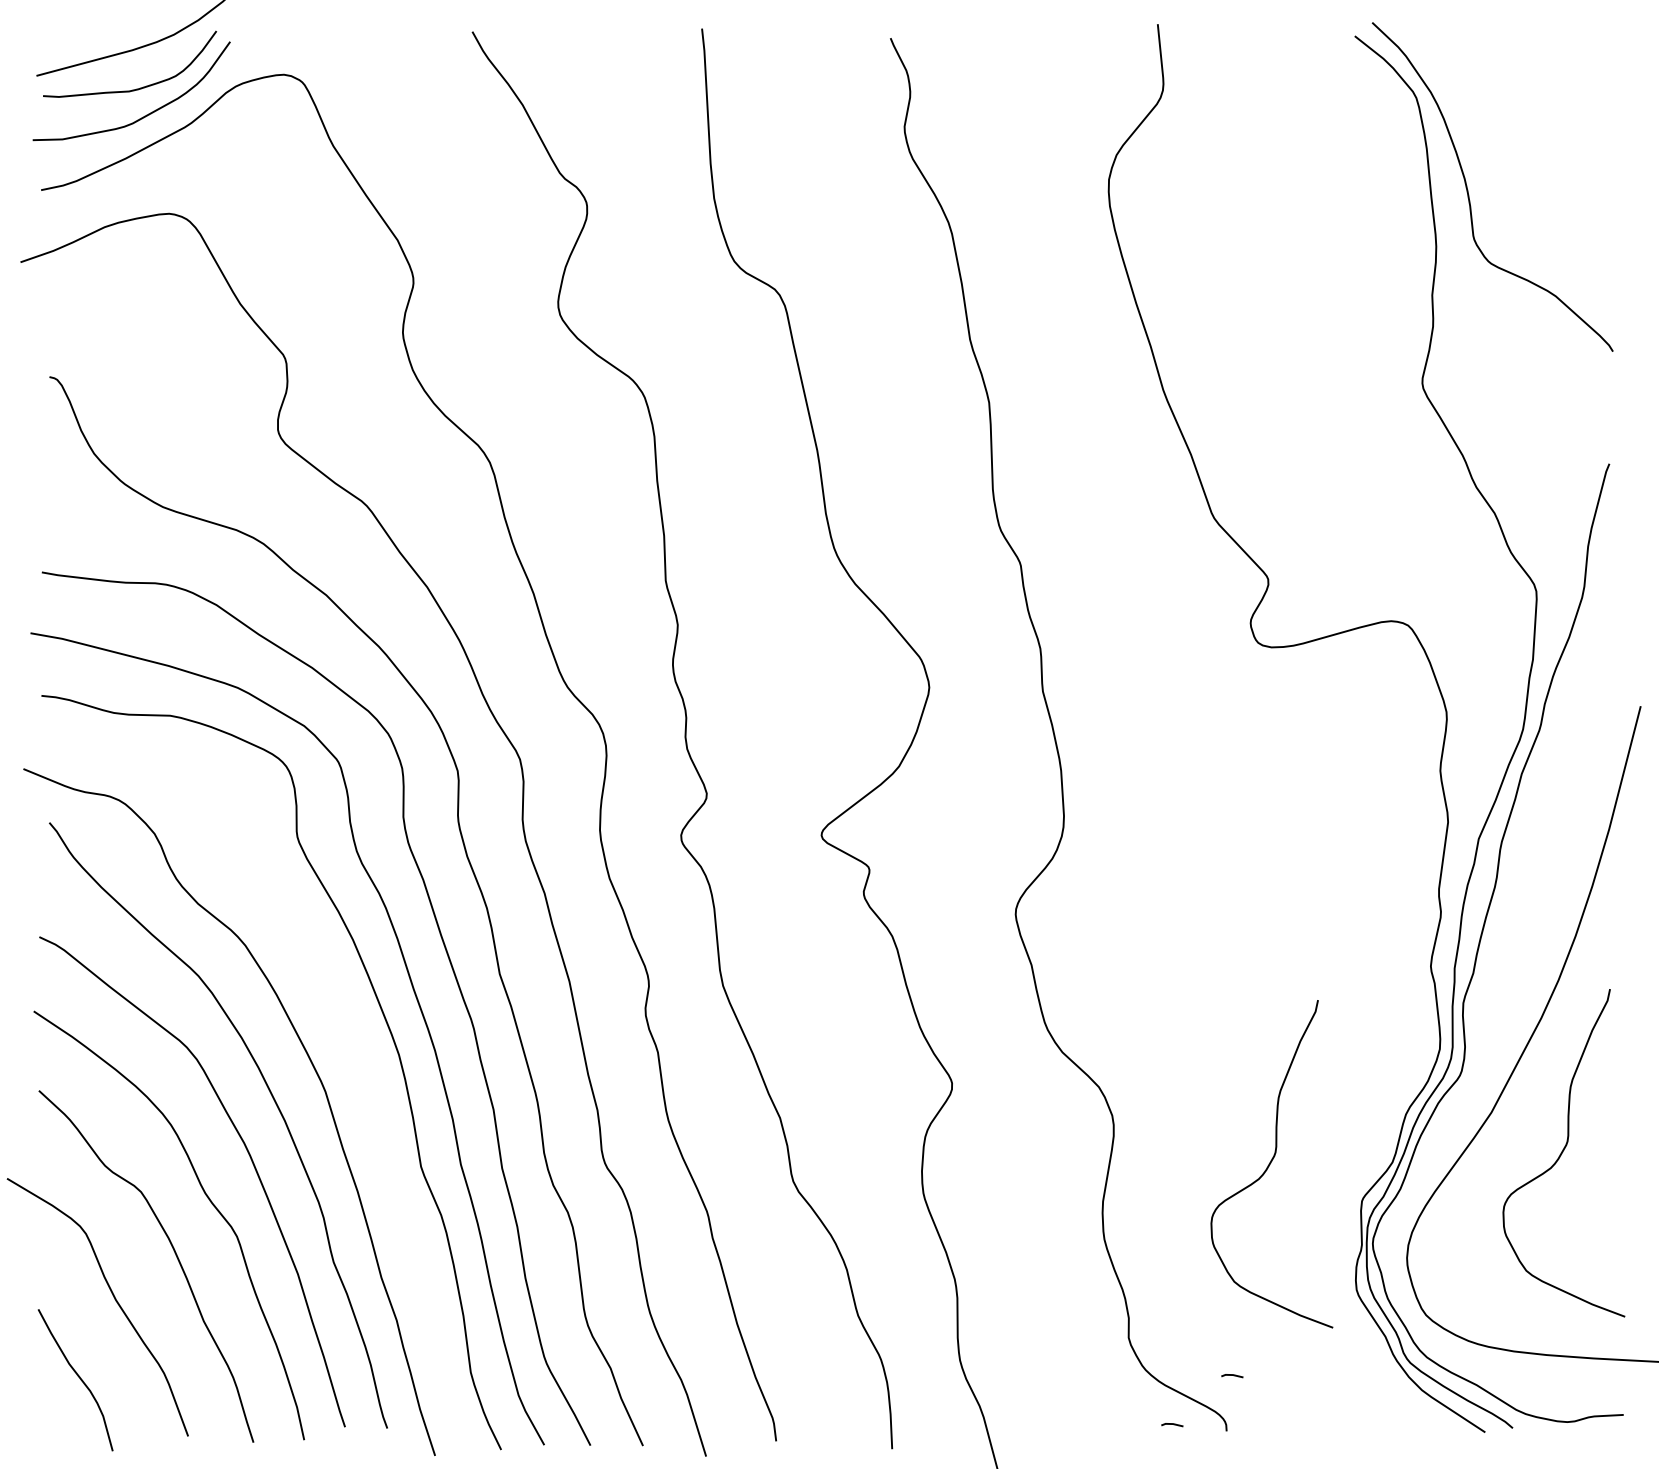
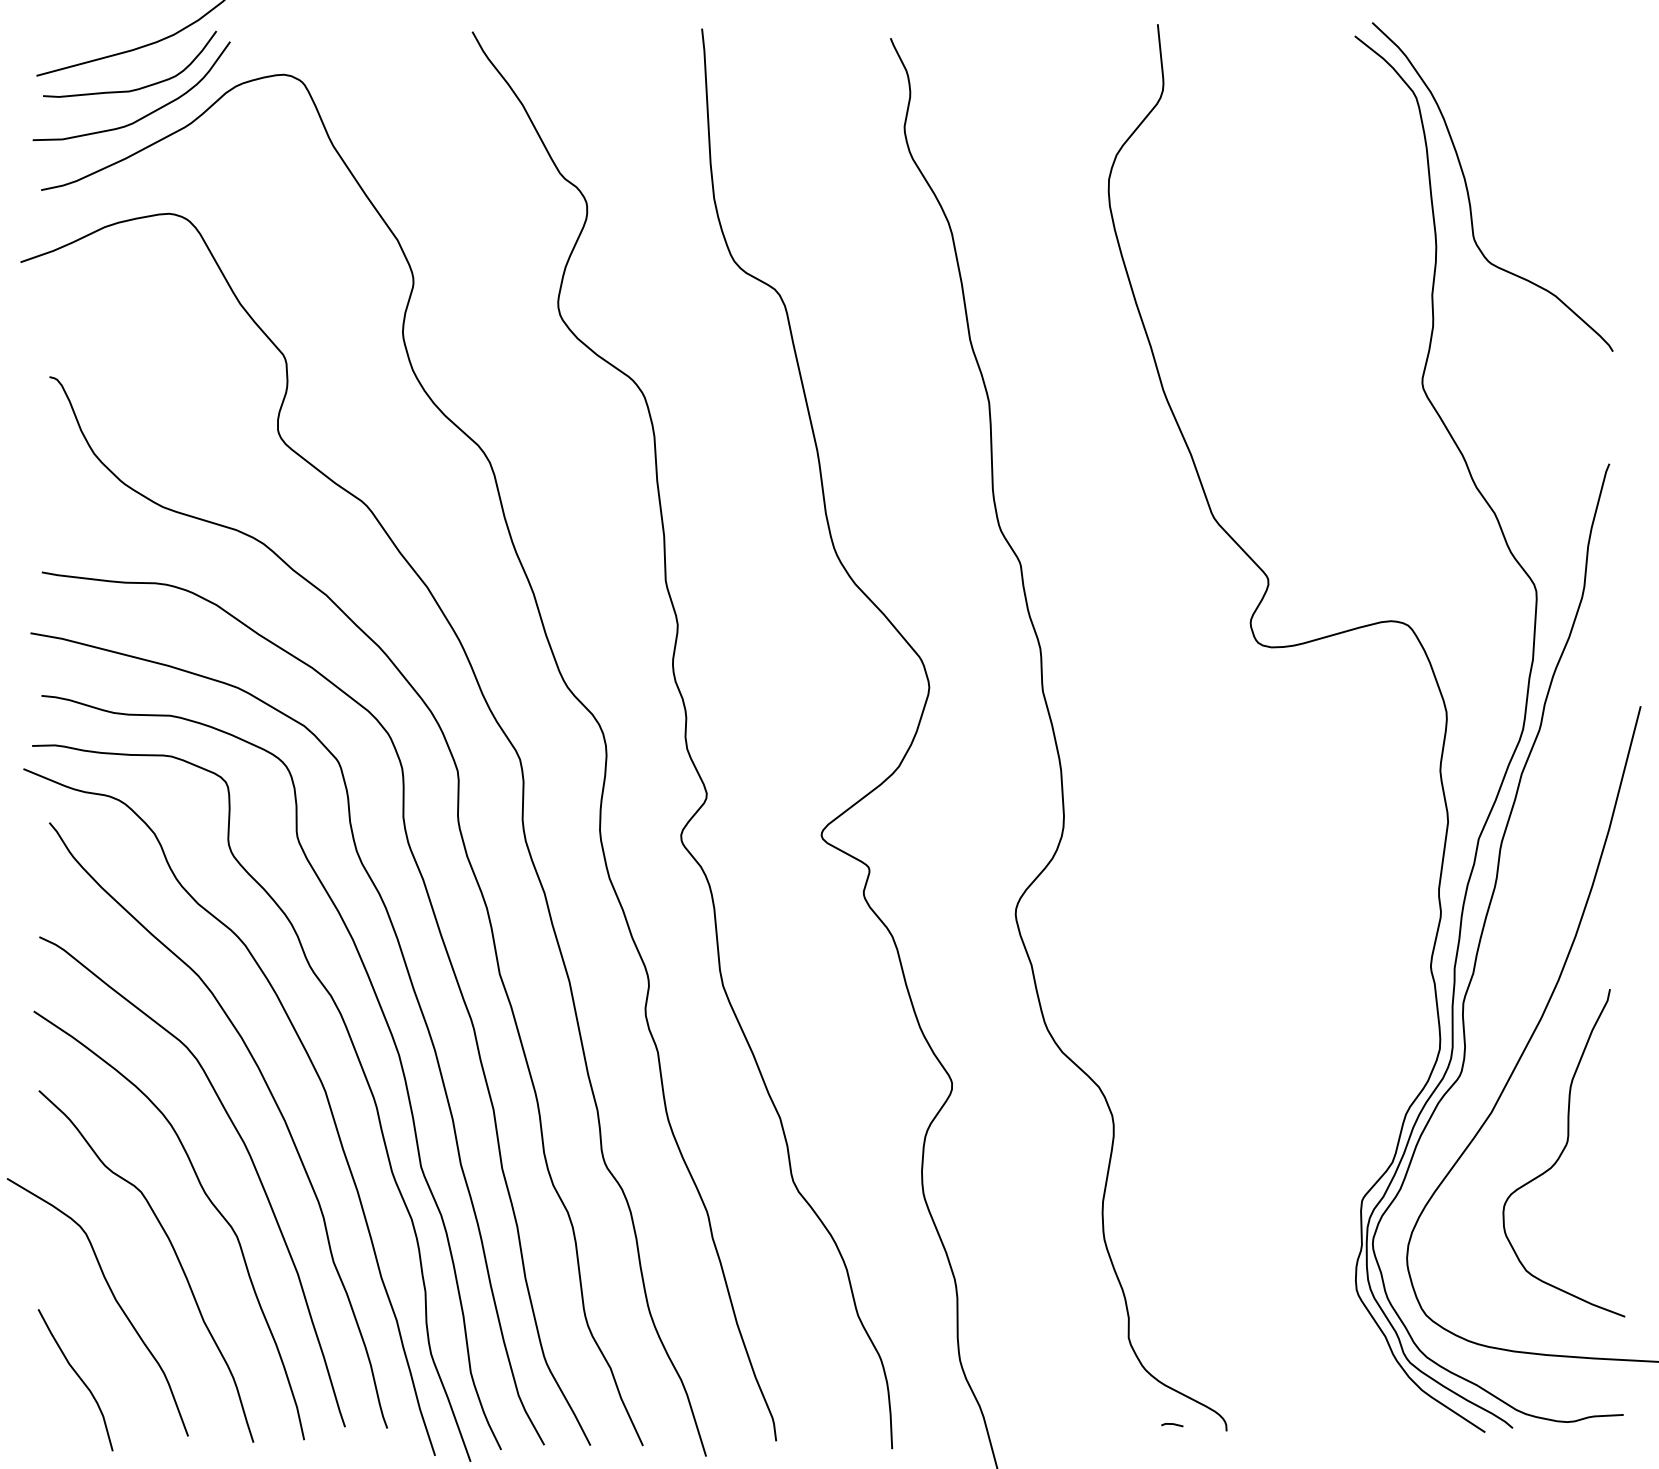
curve at (357, 1059): none -> present
curve at (1271, 1163): present -> none
line at (1232, 1375): present -> none
